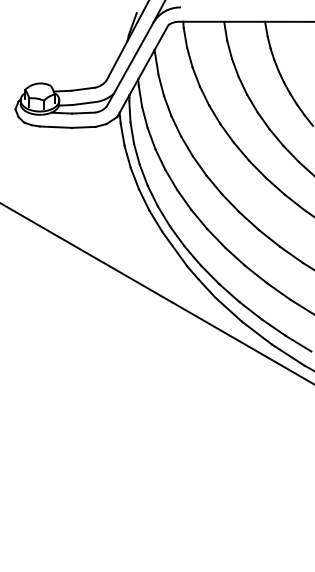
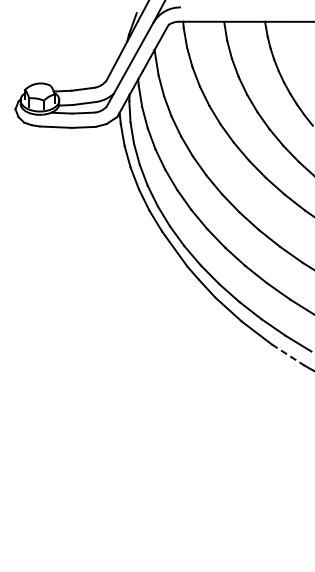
line at (156, 293): present -> none
line at (288, 355): solid -> dashed
